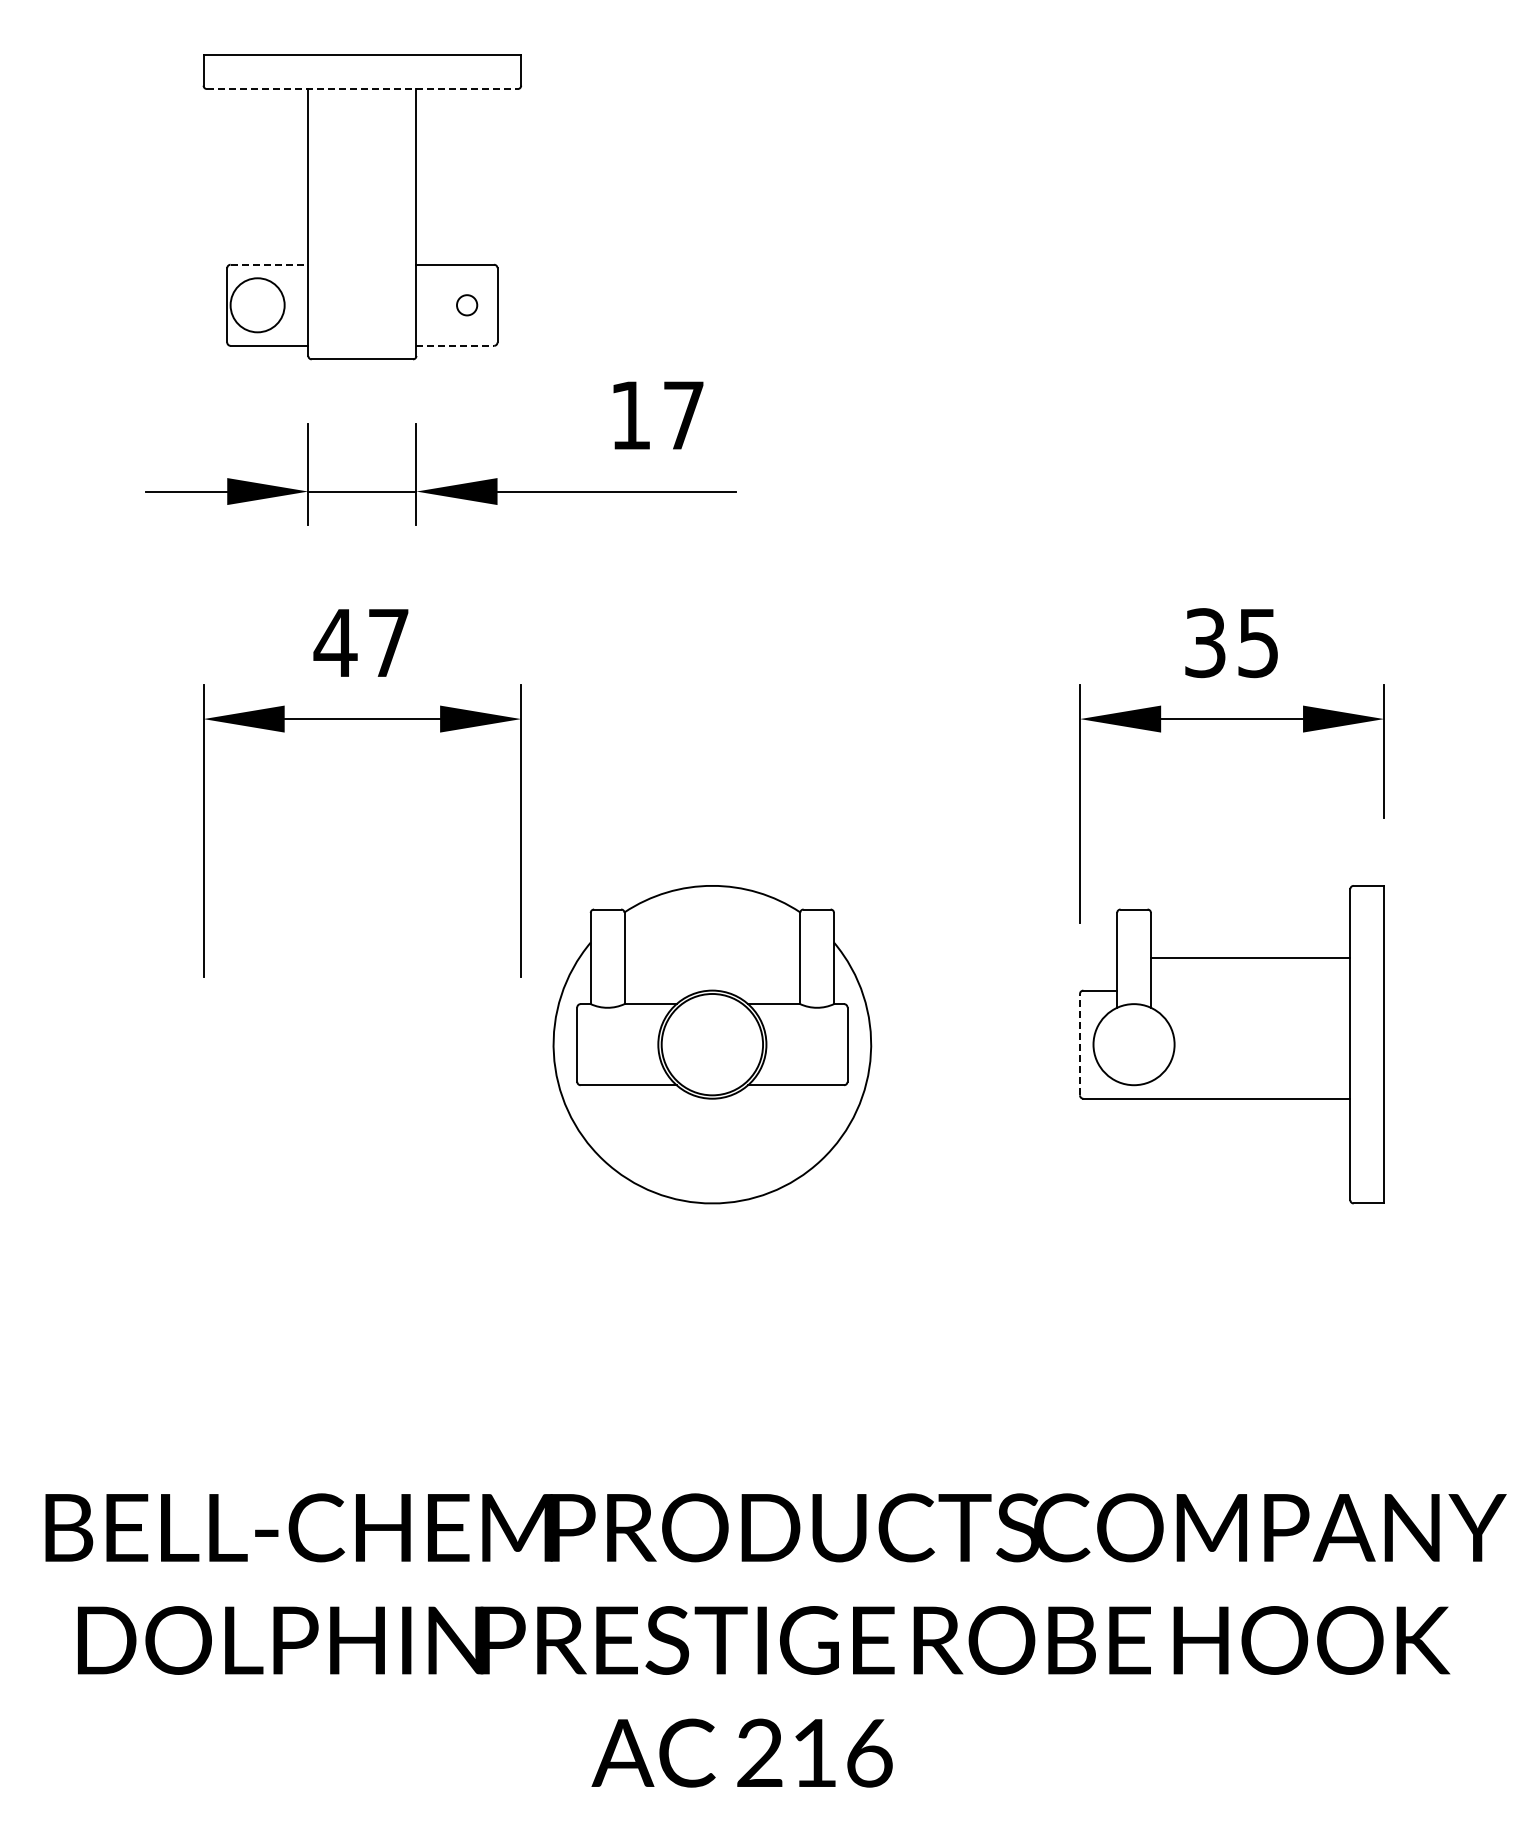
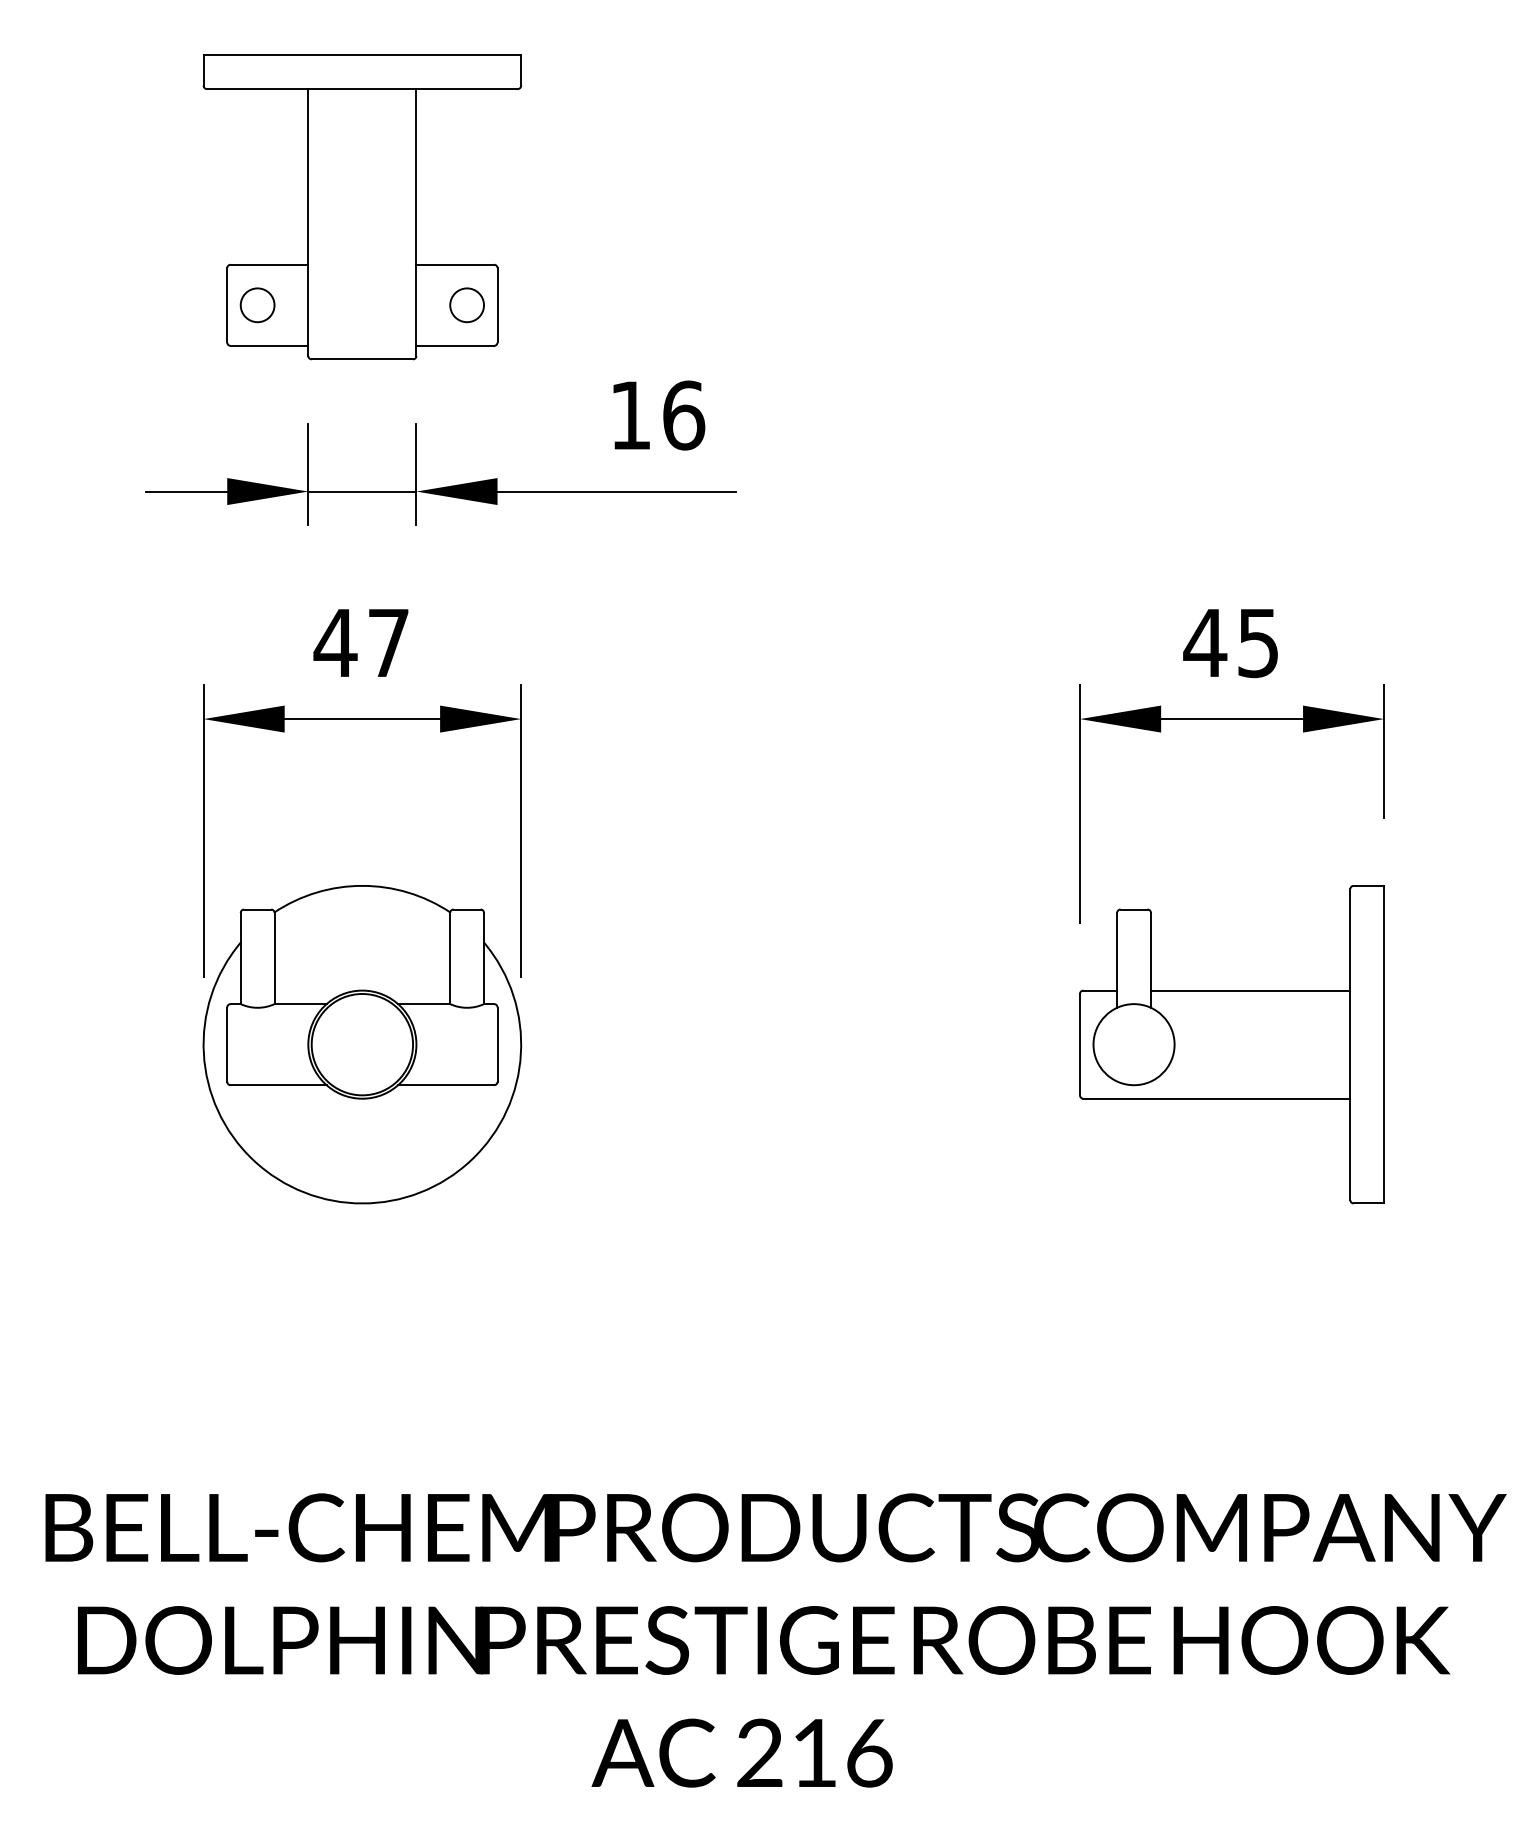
line at (362, 89): dashed -> solid
line at (269, 264): dashed -> solid
circle at (257, 305) diameter: 54 px -> 34 px
circle at (467, 305) diameter: 20 px -> 34 px
line at (455, 345): dashed -> solid
text at (684, 415): 17 -> 16
text at (1205, 643): 35 -> 45
line at (1250, 957) position: (1250, 957) -> (1250, 990)
part at (712, 1044) position: (712, 1044) -> (362, 1044)
line at (1080, 1044): dashed -> solid
